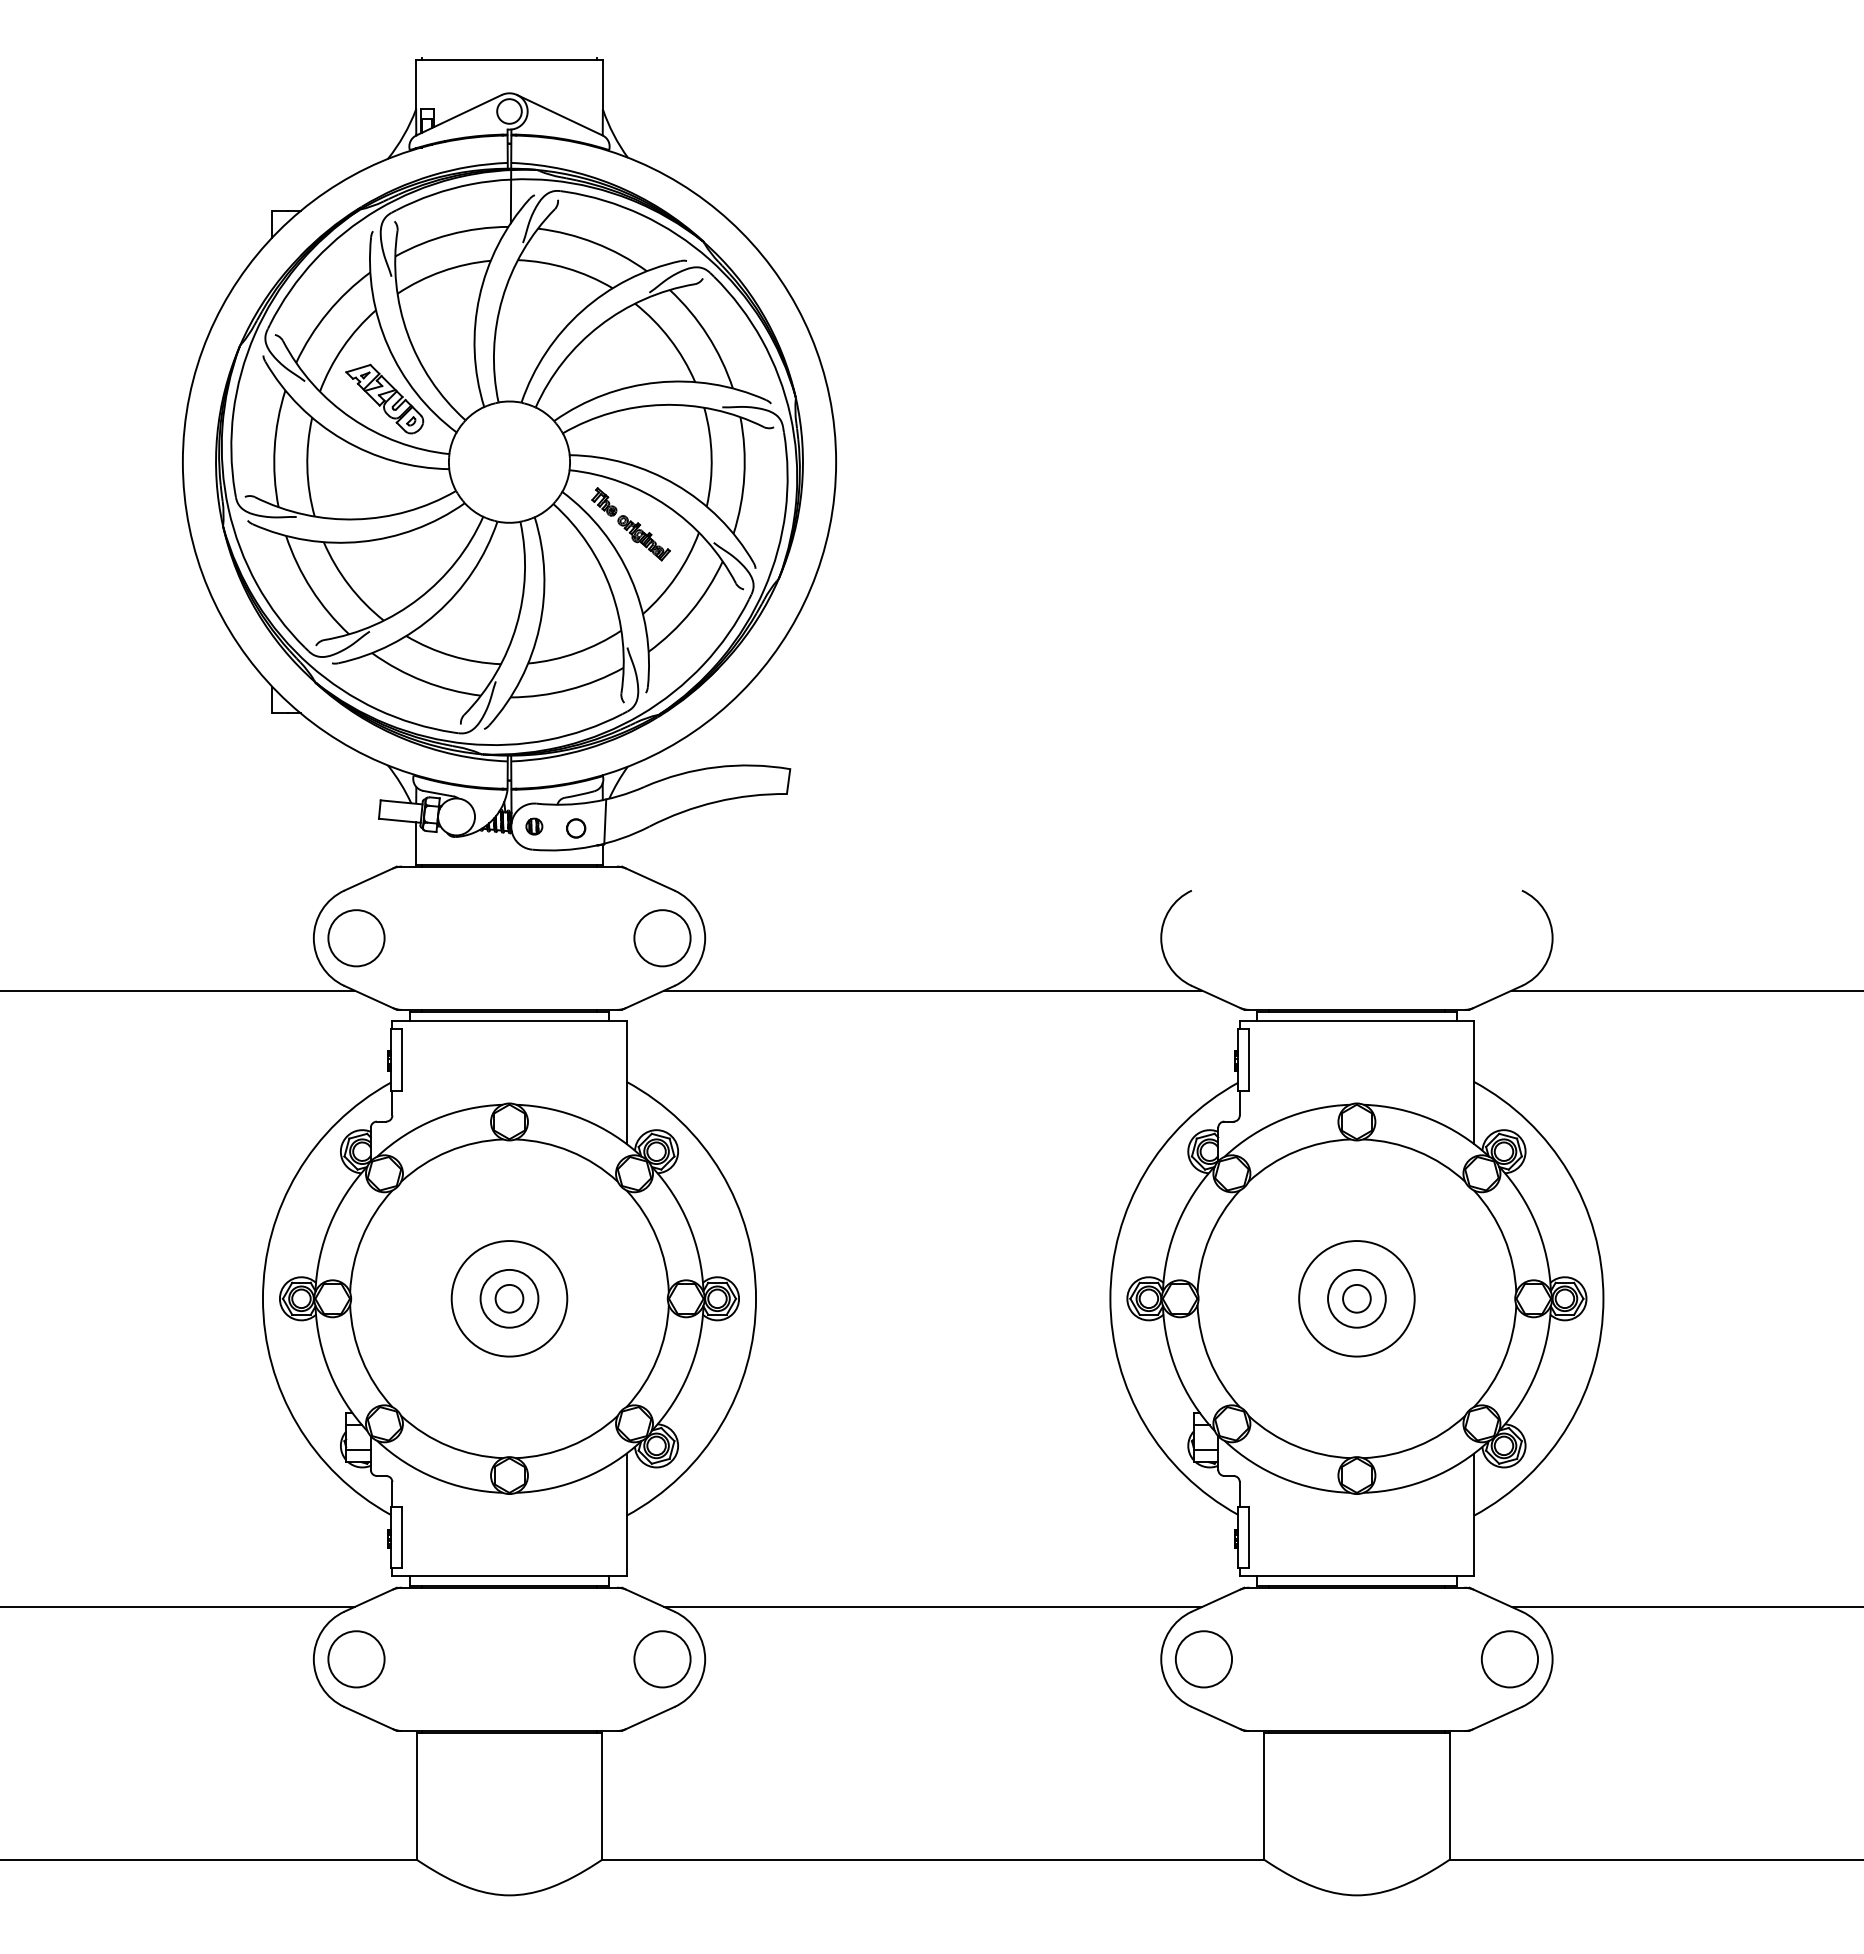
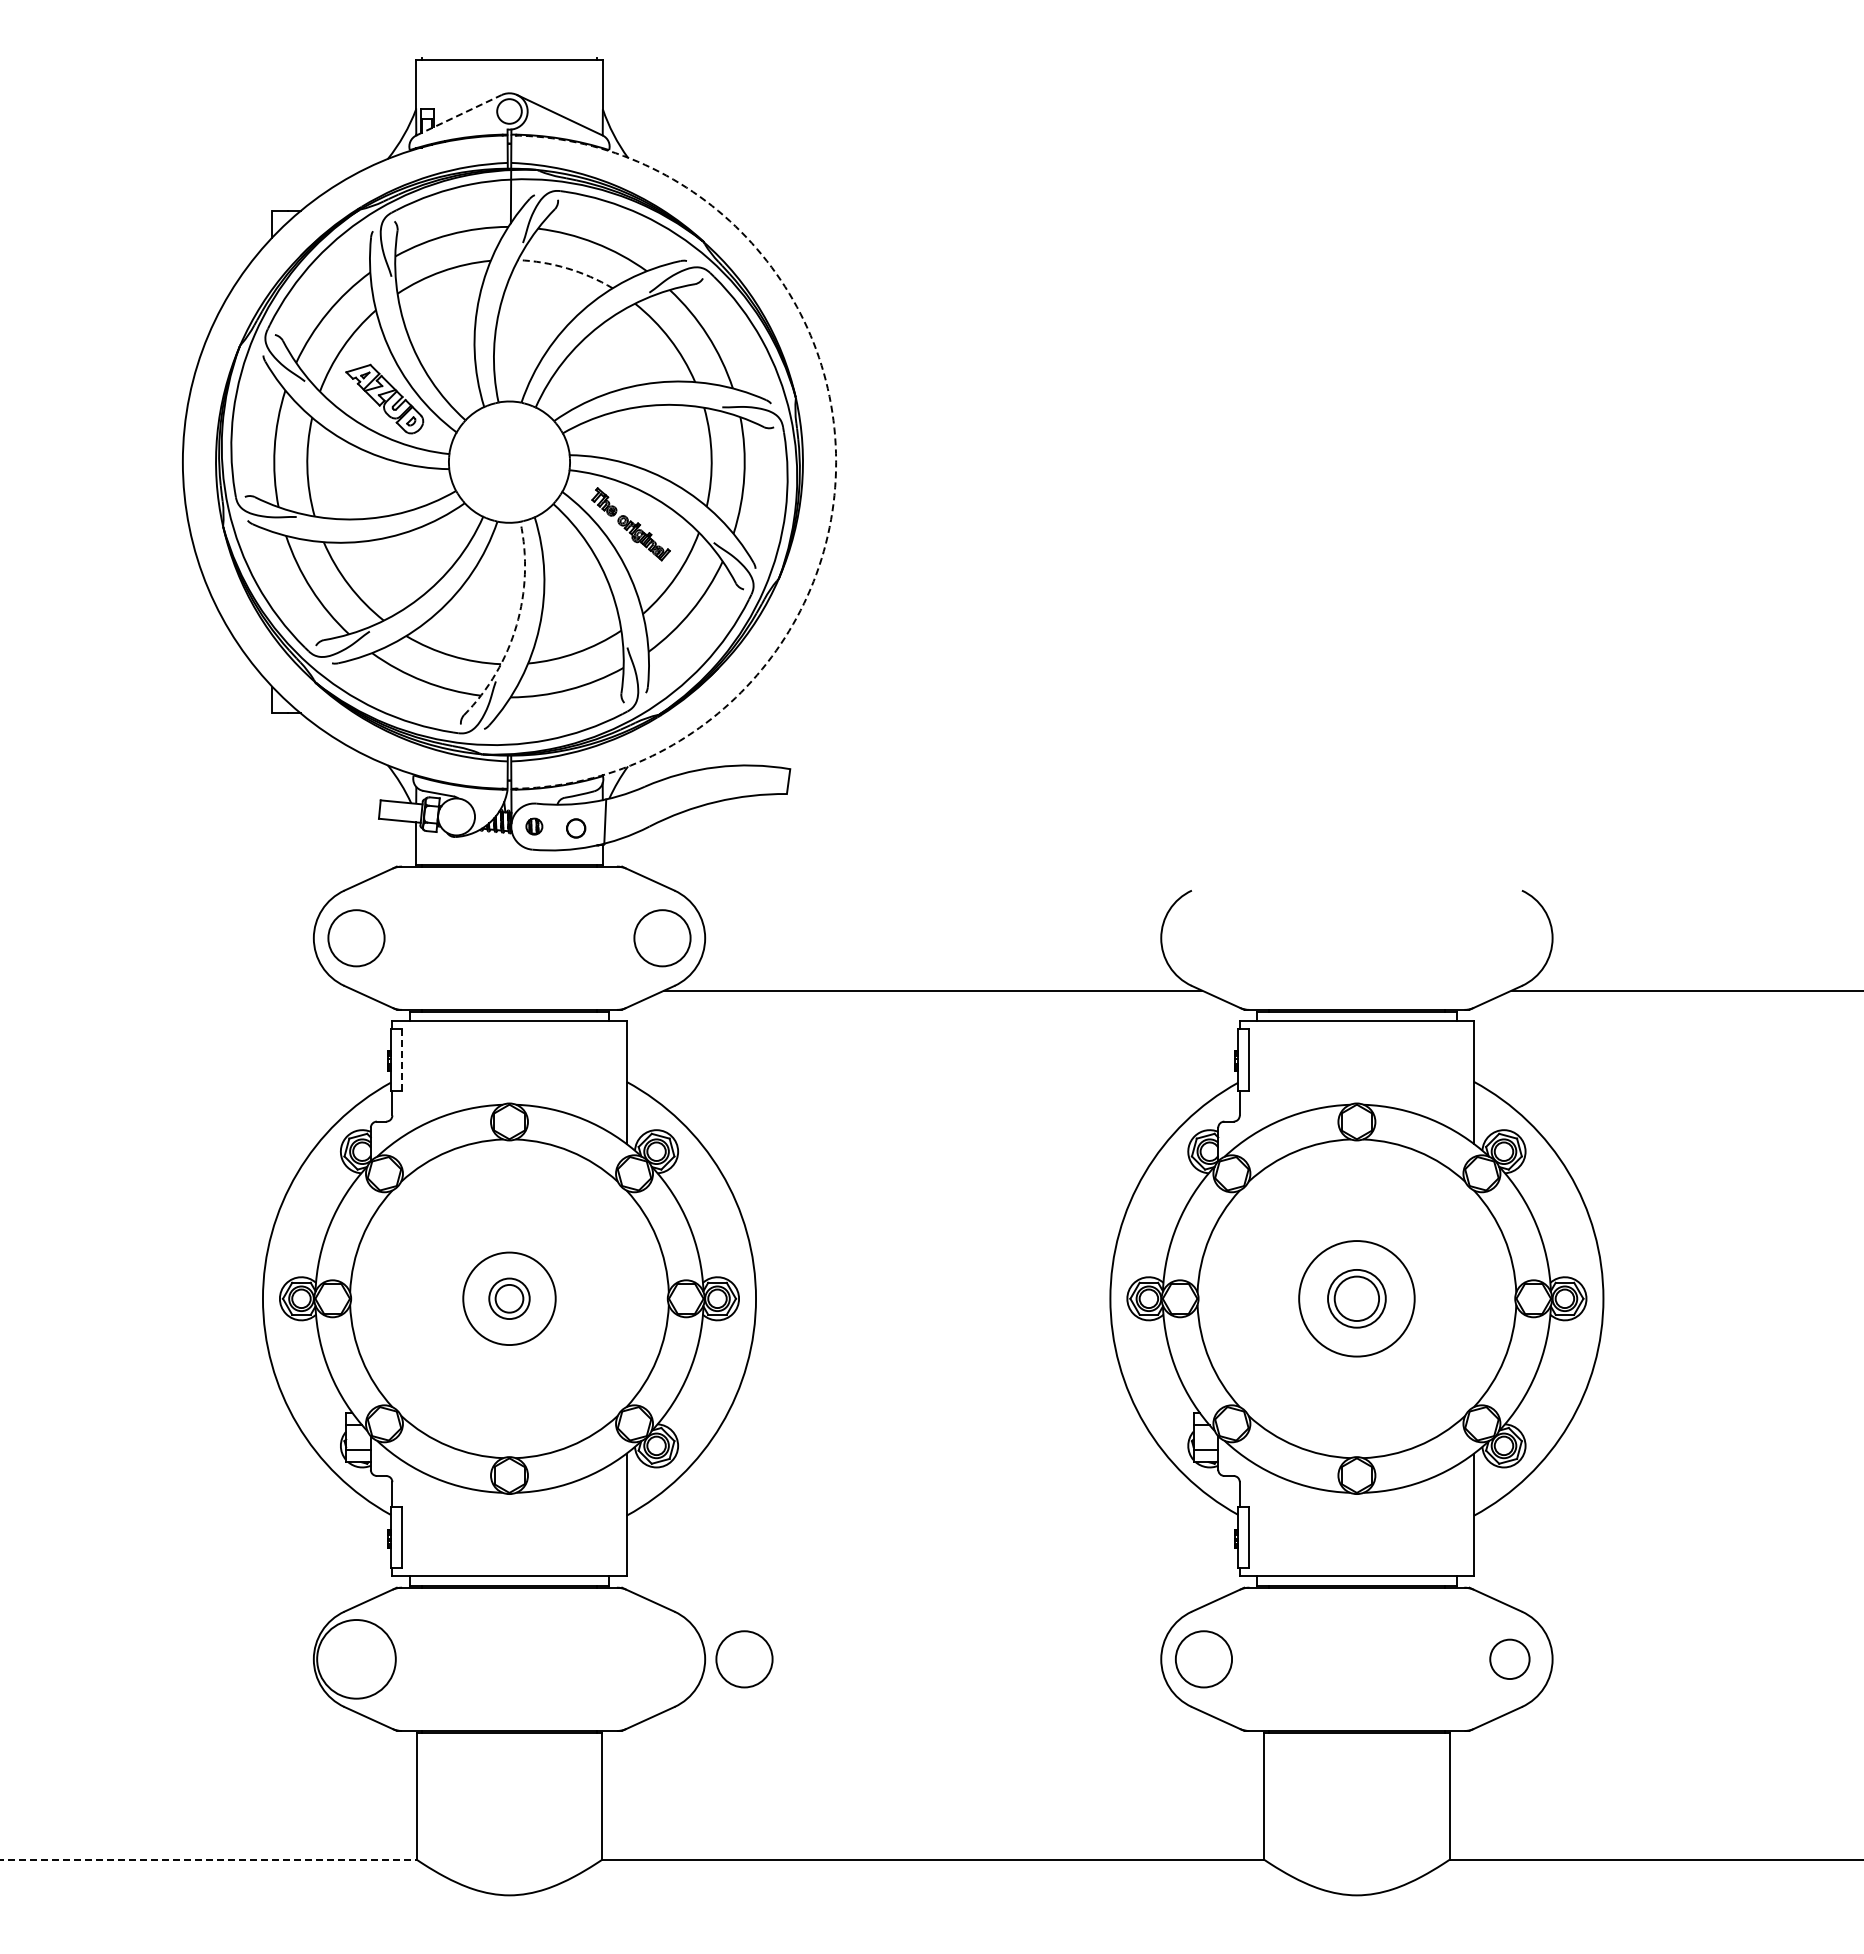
line at (459, 115): solid -> dashed
arc at (567, 268): solid -> dashed
arc at (836, 462): solid -> dashed
arc at (516, 625): solid -> dashed
line at (178, 990): present -> none
line at (401, 1059): solid -> dashed
circle at (509, 1298) diameter: 116 px -> 92 px
circle at (509, 1298) diameter: 58 px -> 40 px
circle at (1356, 1298) diameter: 28 px -> 44 px
line at (178, 1606): present -> none
line at (933, 1606): present -> none
line at (1685, 1606): present -> none
circle at (356, 1659) diameter: 56 px -> 79 px
circle at (662, 1659) position: (662, 1659) -> (744, 1659)
circle at (1509, 1659) diameter: 56 px -> 39 px
line at (208, 1859): solid -> dashed
